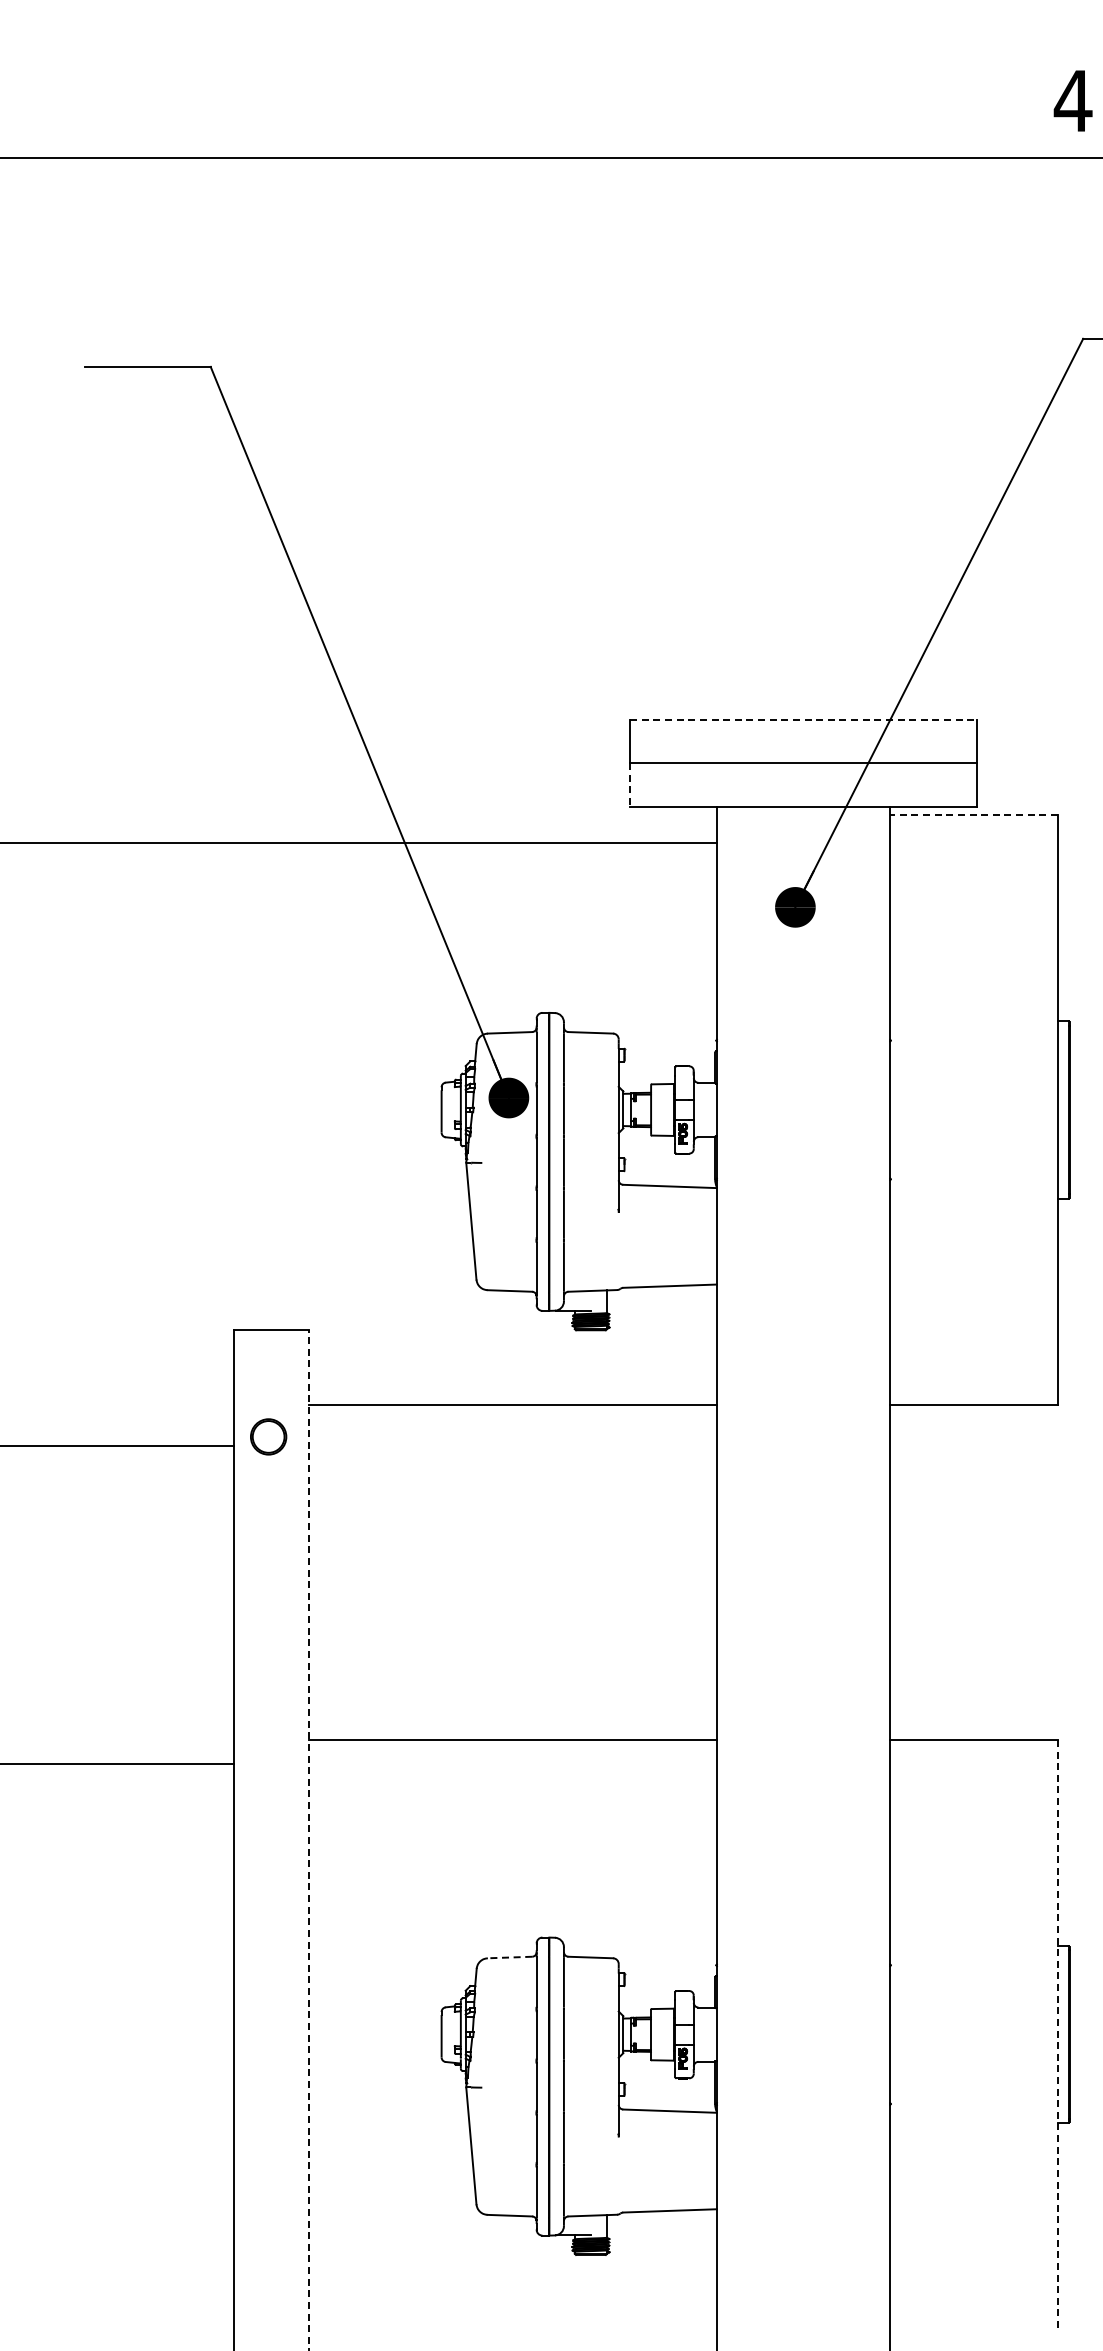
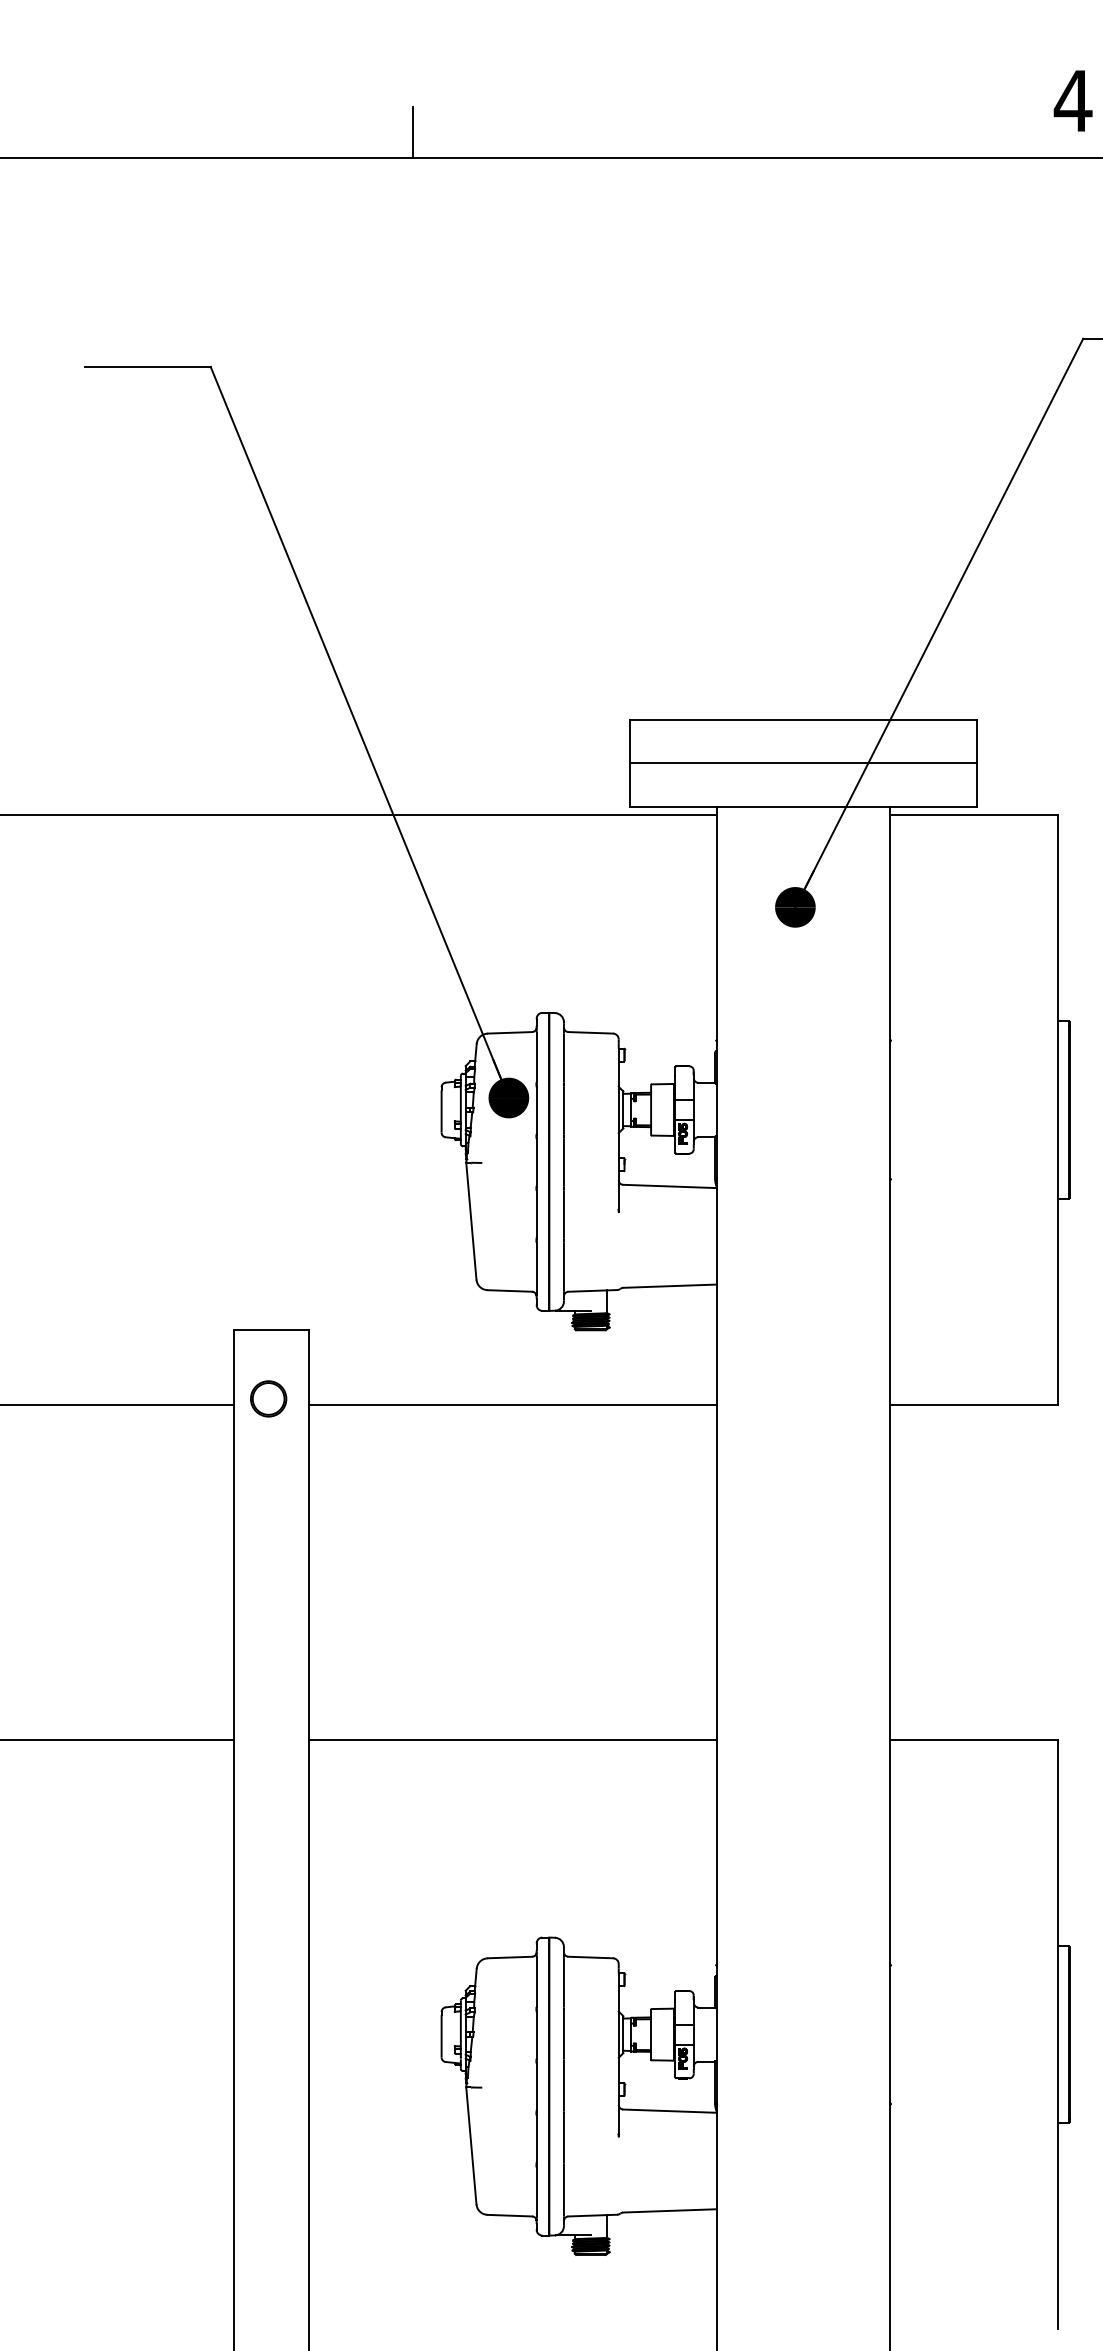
line at (412, 132): none -> present
line at (804, 719): dashed -> solid
line at (630, 784): dashed -> solid
line at (974, 815): dashed -> solid
line at (359, 843) position: (359, 843) -> (359, 815)
part at (268, 1436) position: (268, 1436) -> (268, 1398)
line at (117, 1445) position: (117, 1445) -> (117, 1404)
line at (117, 1763) position: (117, 1763) -> (117, 1739)
line at (309, 1839): dashed -> solid
line at (509, 1957): dashed -> solid
line at (1057, 2034): dashed -> solid
